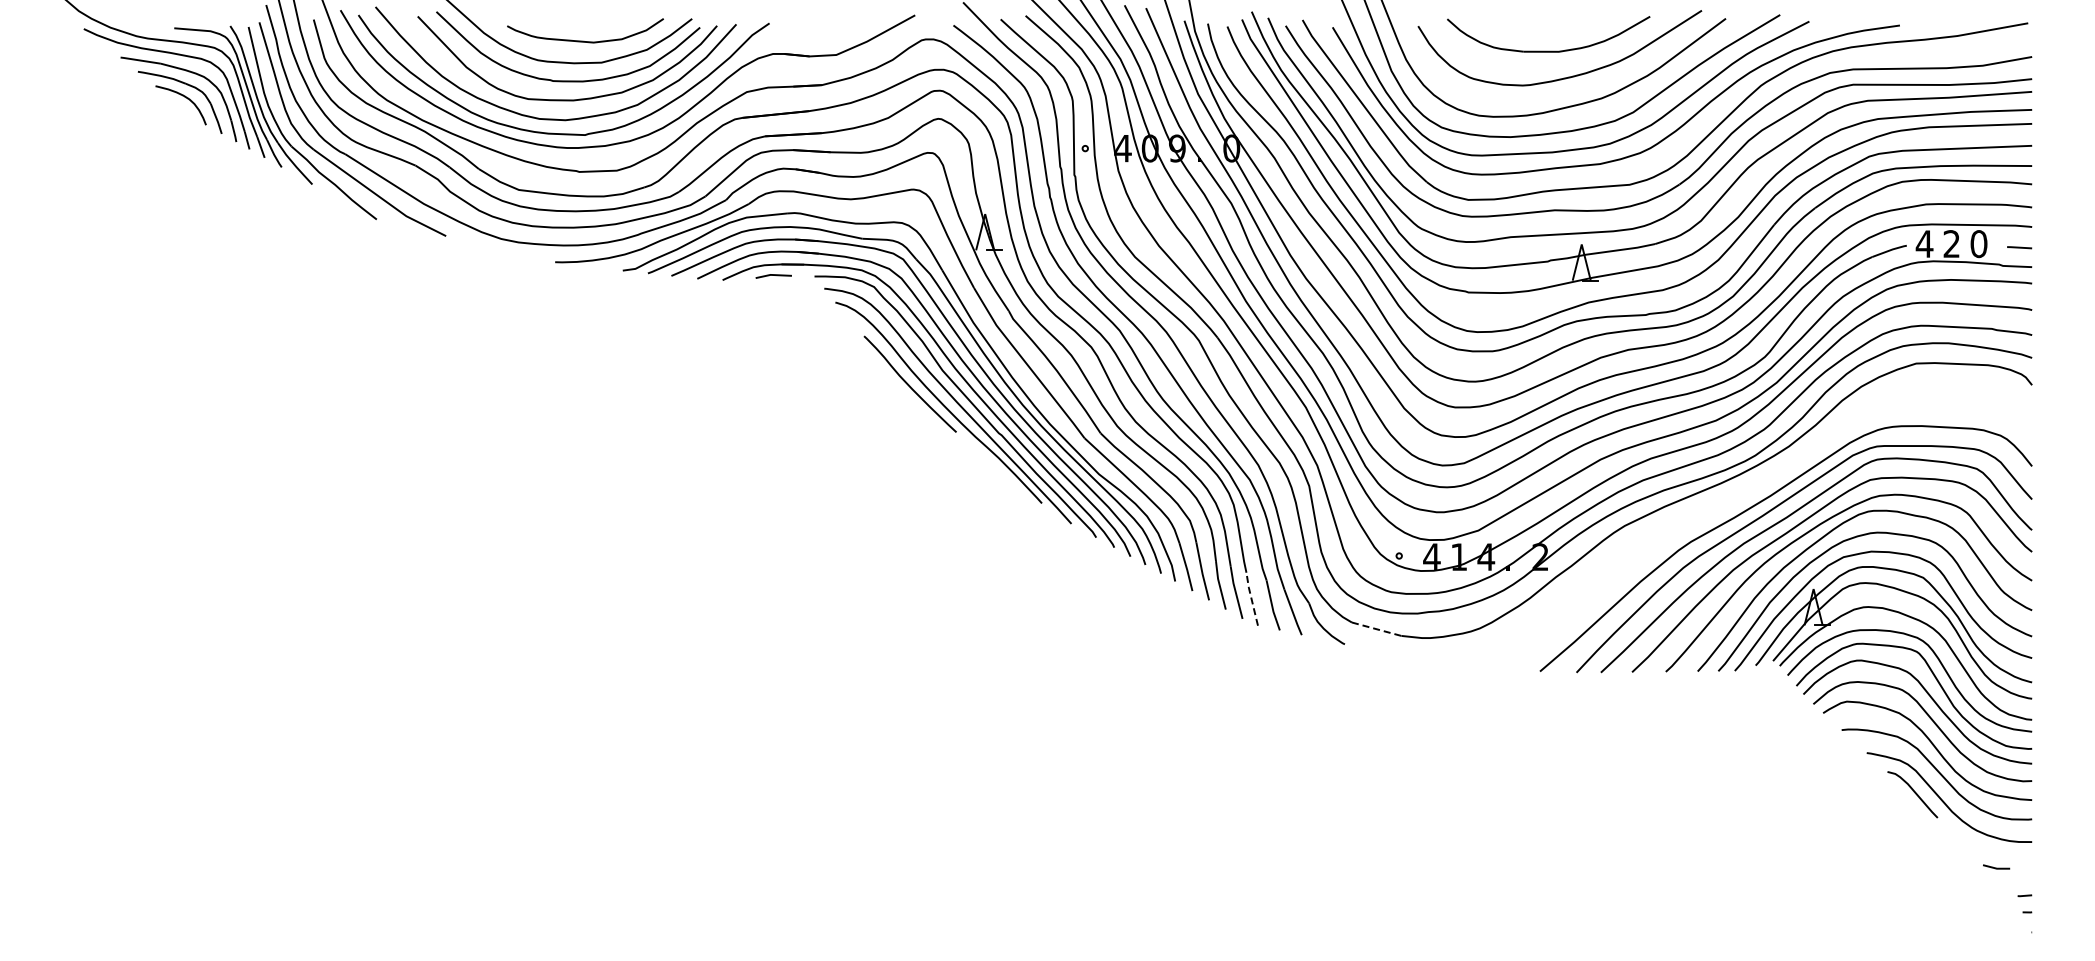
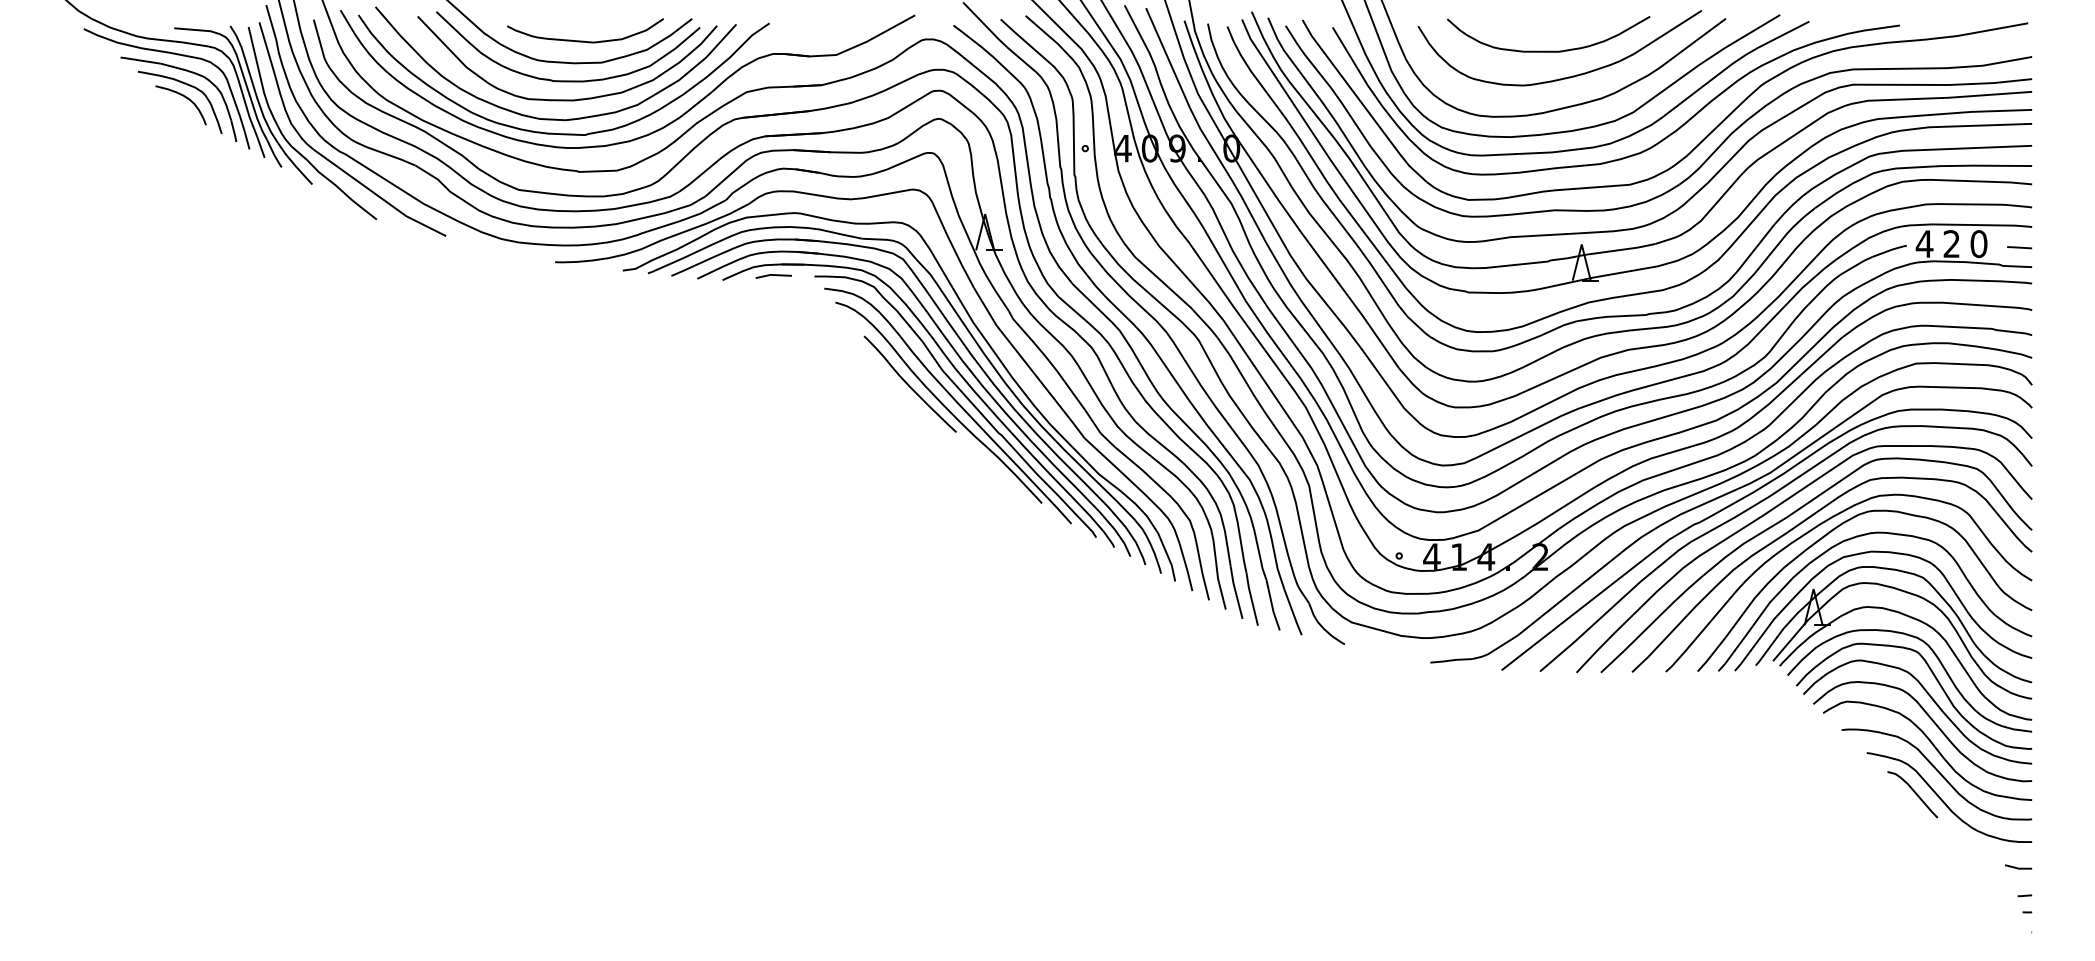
part at (1723, 510): none -> present
line at (1251, 599): dashed -> solid
line at (1376, 629): dashed -> solid
line at (1996, 867) position: (1996, 867) -> (2018, 867)
